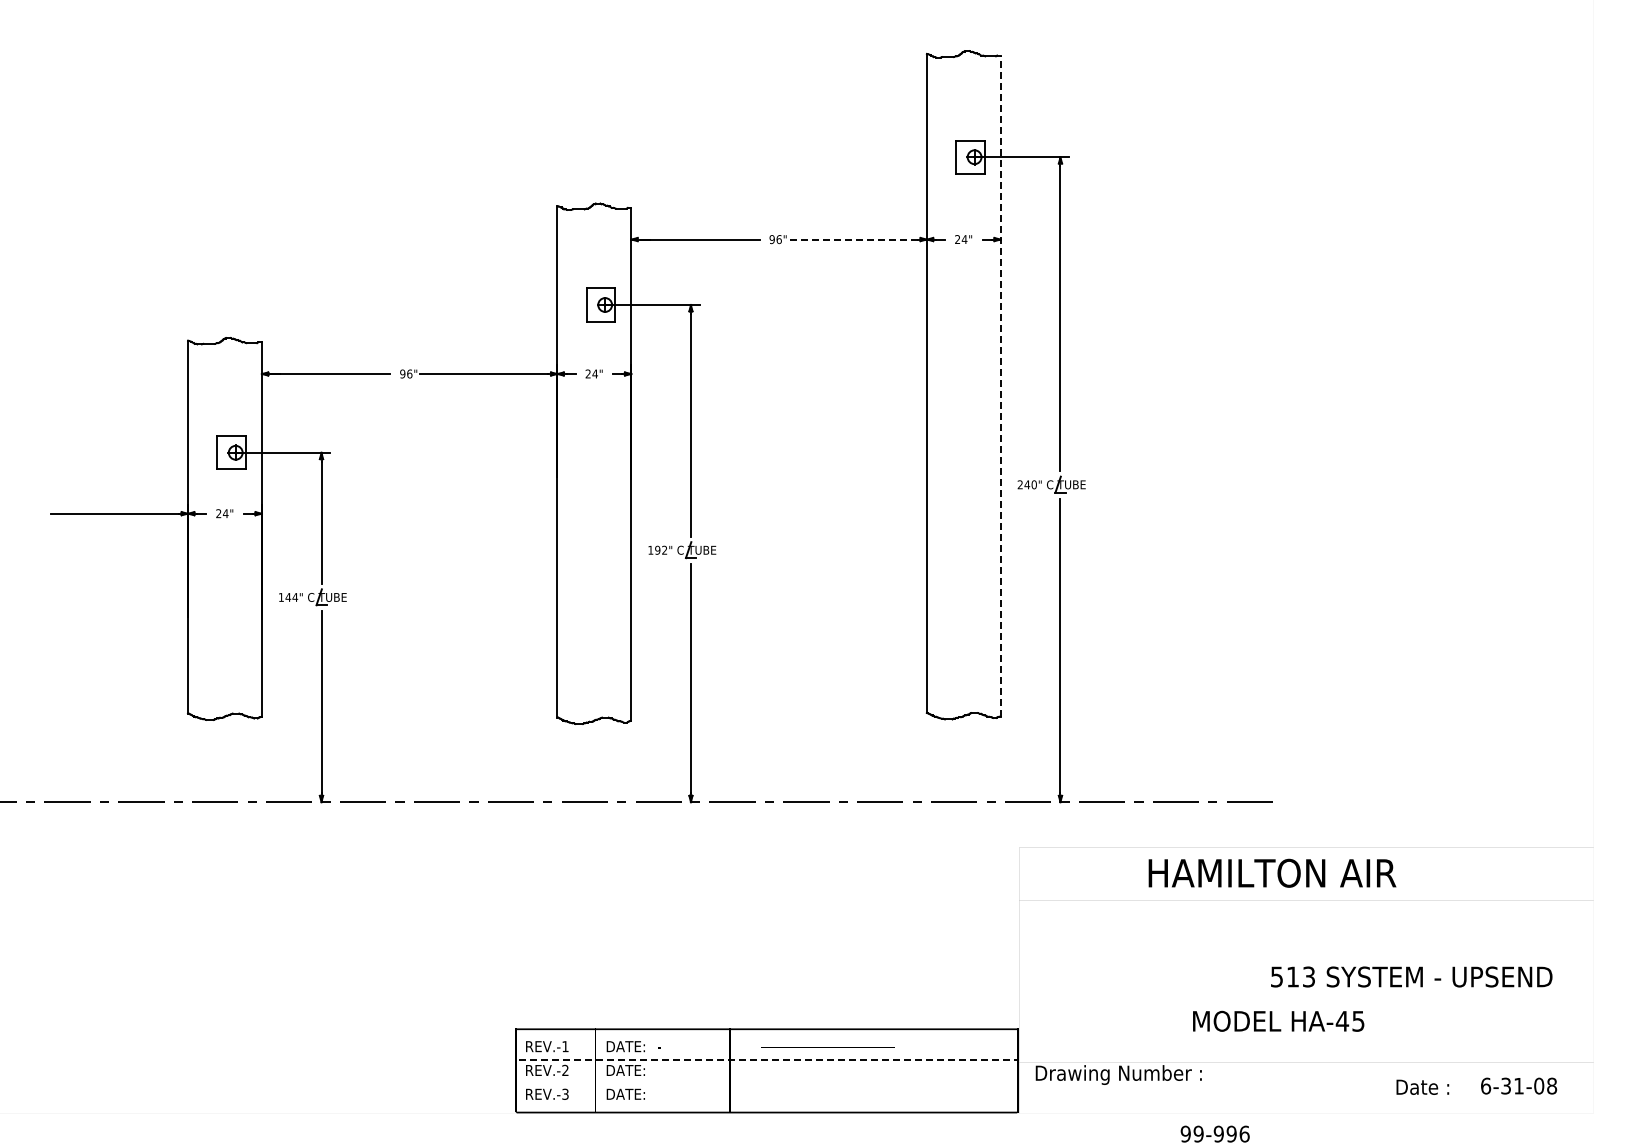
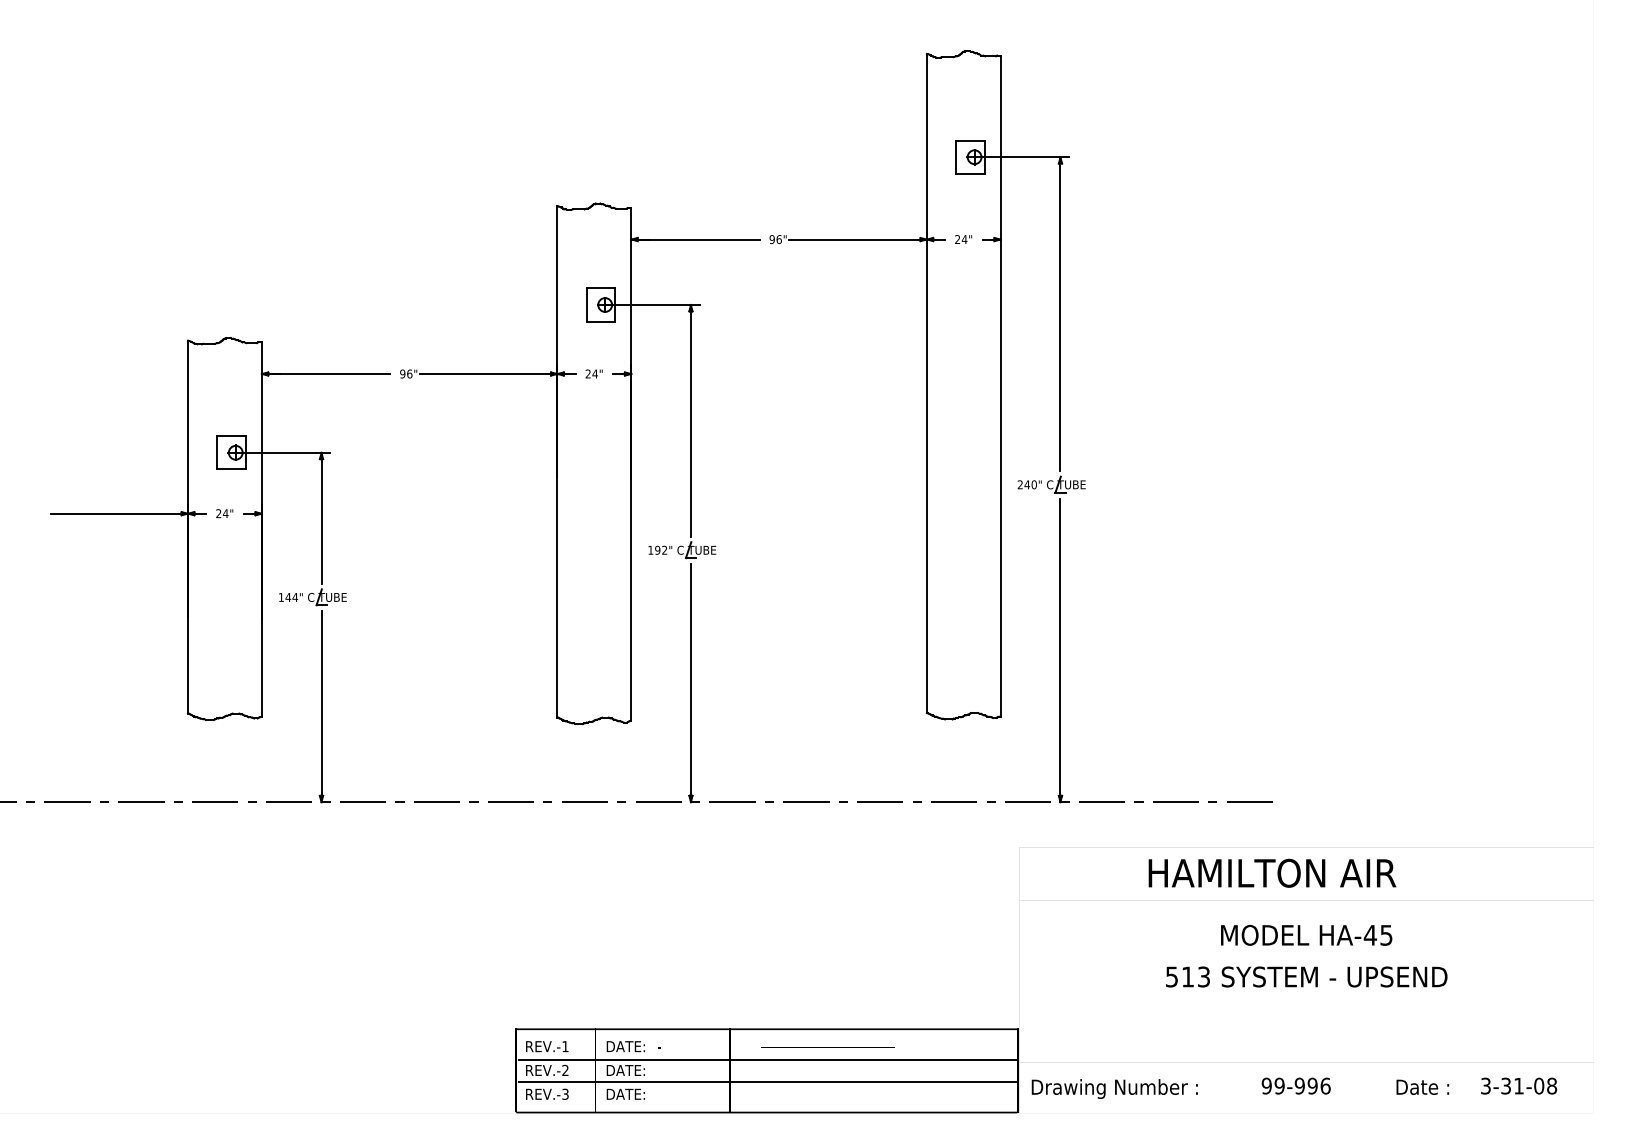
line at (853, 239): dashed -> solid
line at (1000, 386): dashed -> solid
text at (1411, 976) position: (1411, 976) -> (1306, 976)
text at (1278, 1020) position: (1278, 1020) -> (1306, 934)
line at (768, 1059): dashed -> solid
text at (1118, 1074) position: (1118, 1074) -> (1114, 1088)
line at (768, 1082): none -> present
text at (1486, 1085): 6-31-08 -> 3-31-08
text at (1214, 1133) position: (1214, 1133) -> (1295, 1085)
